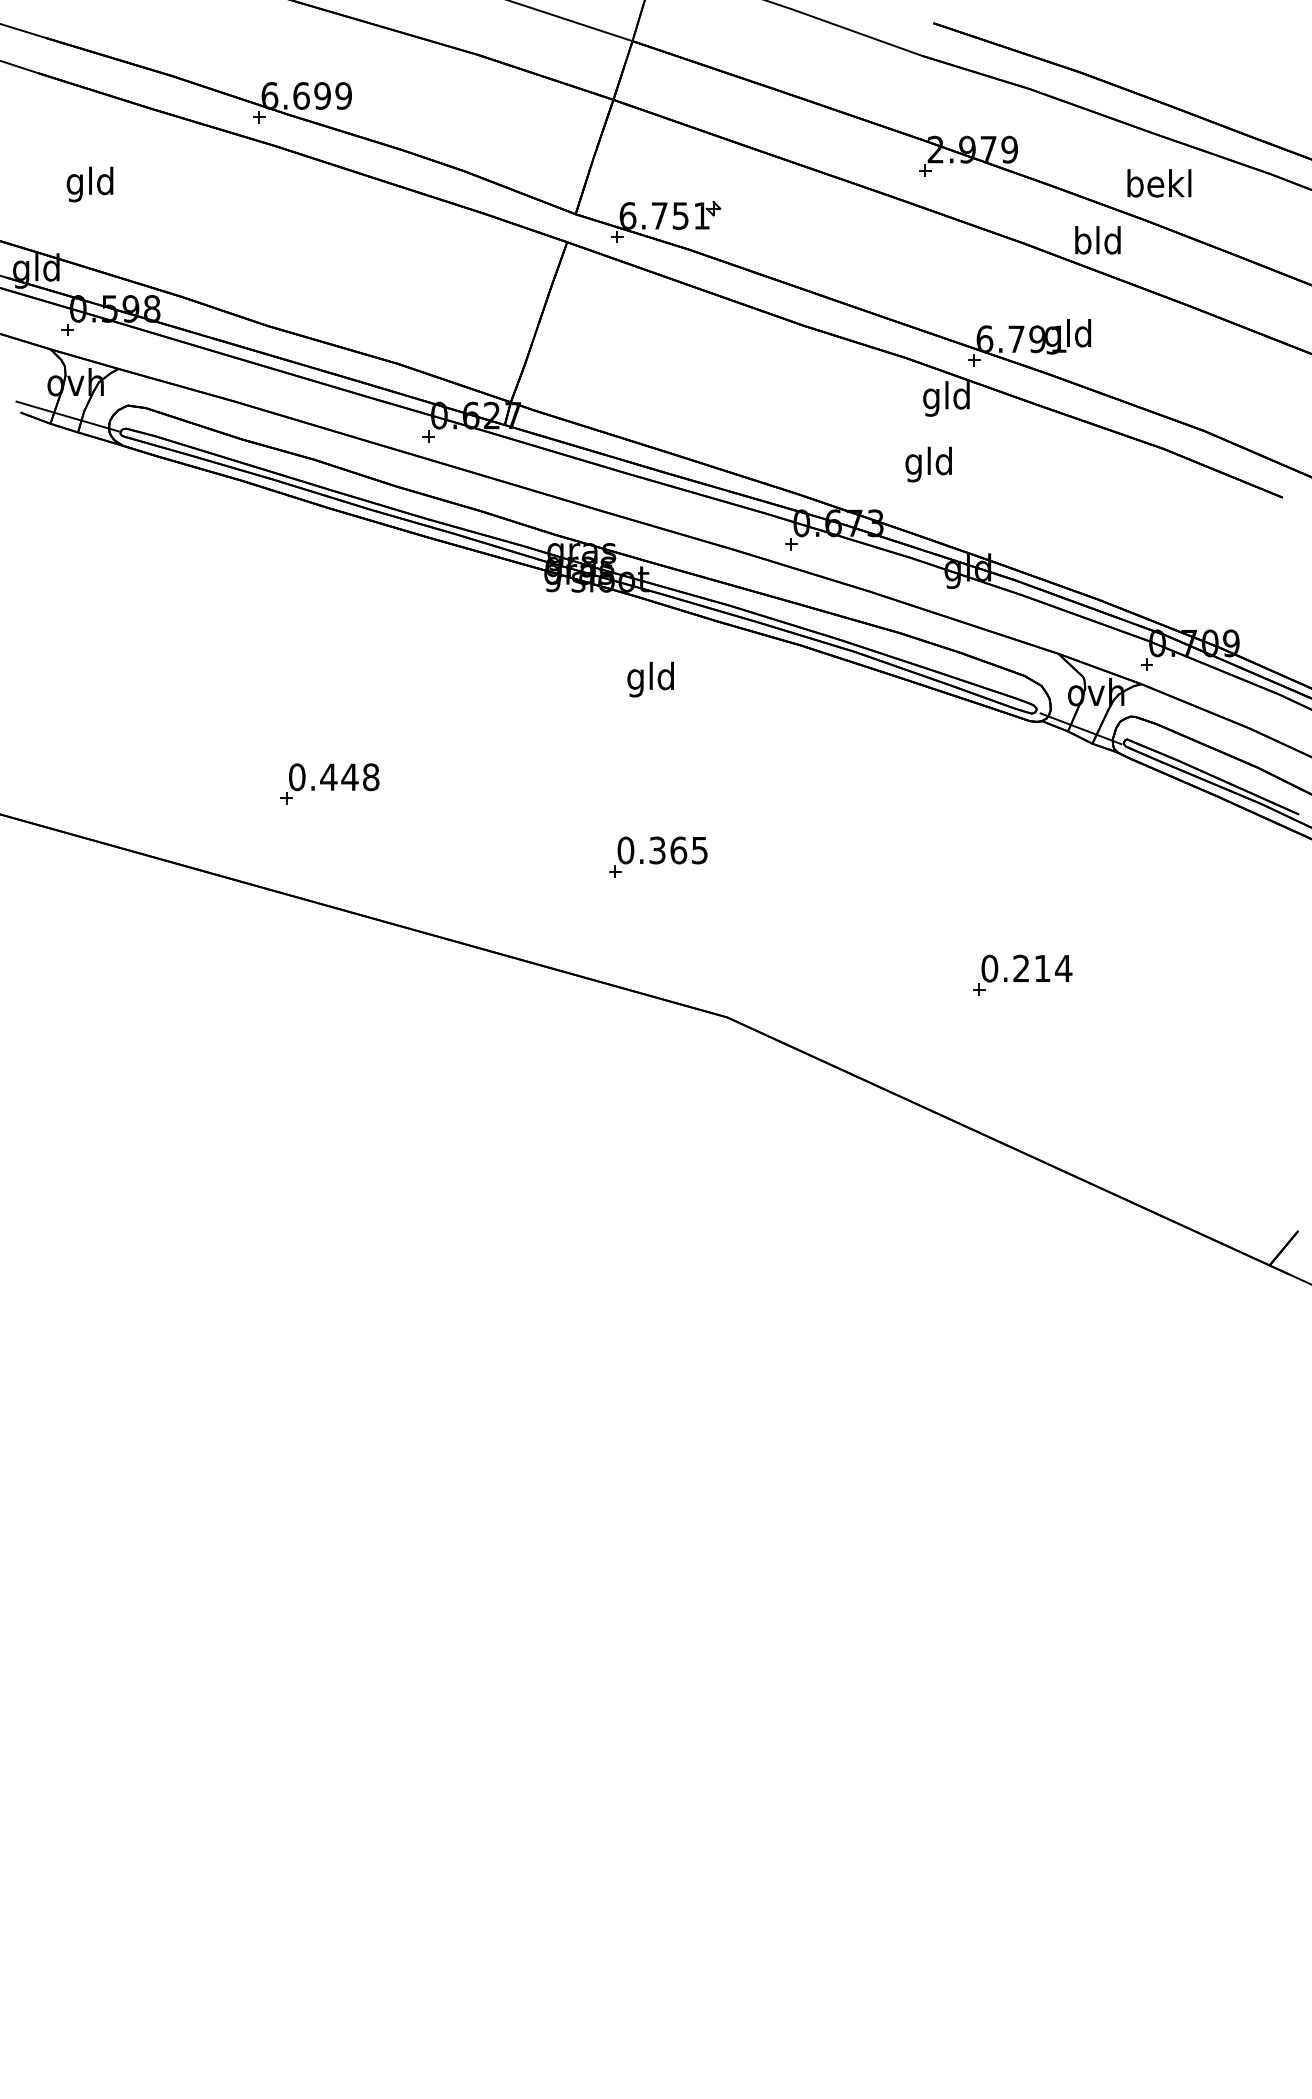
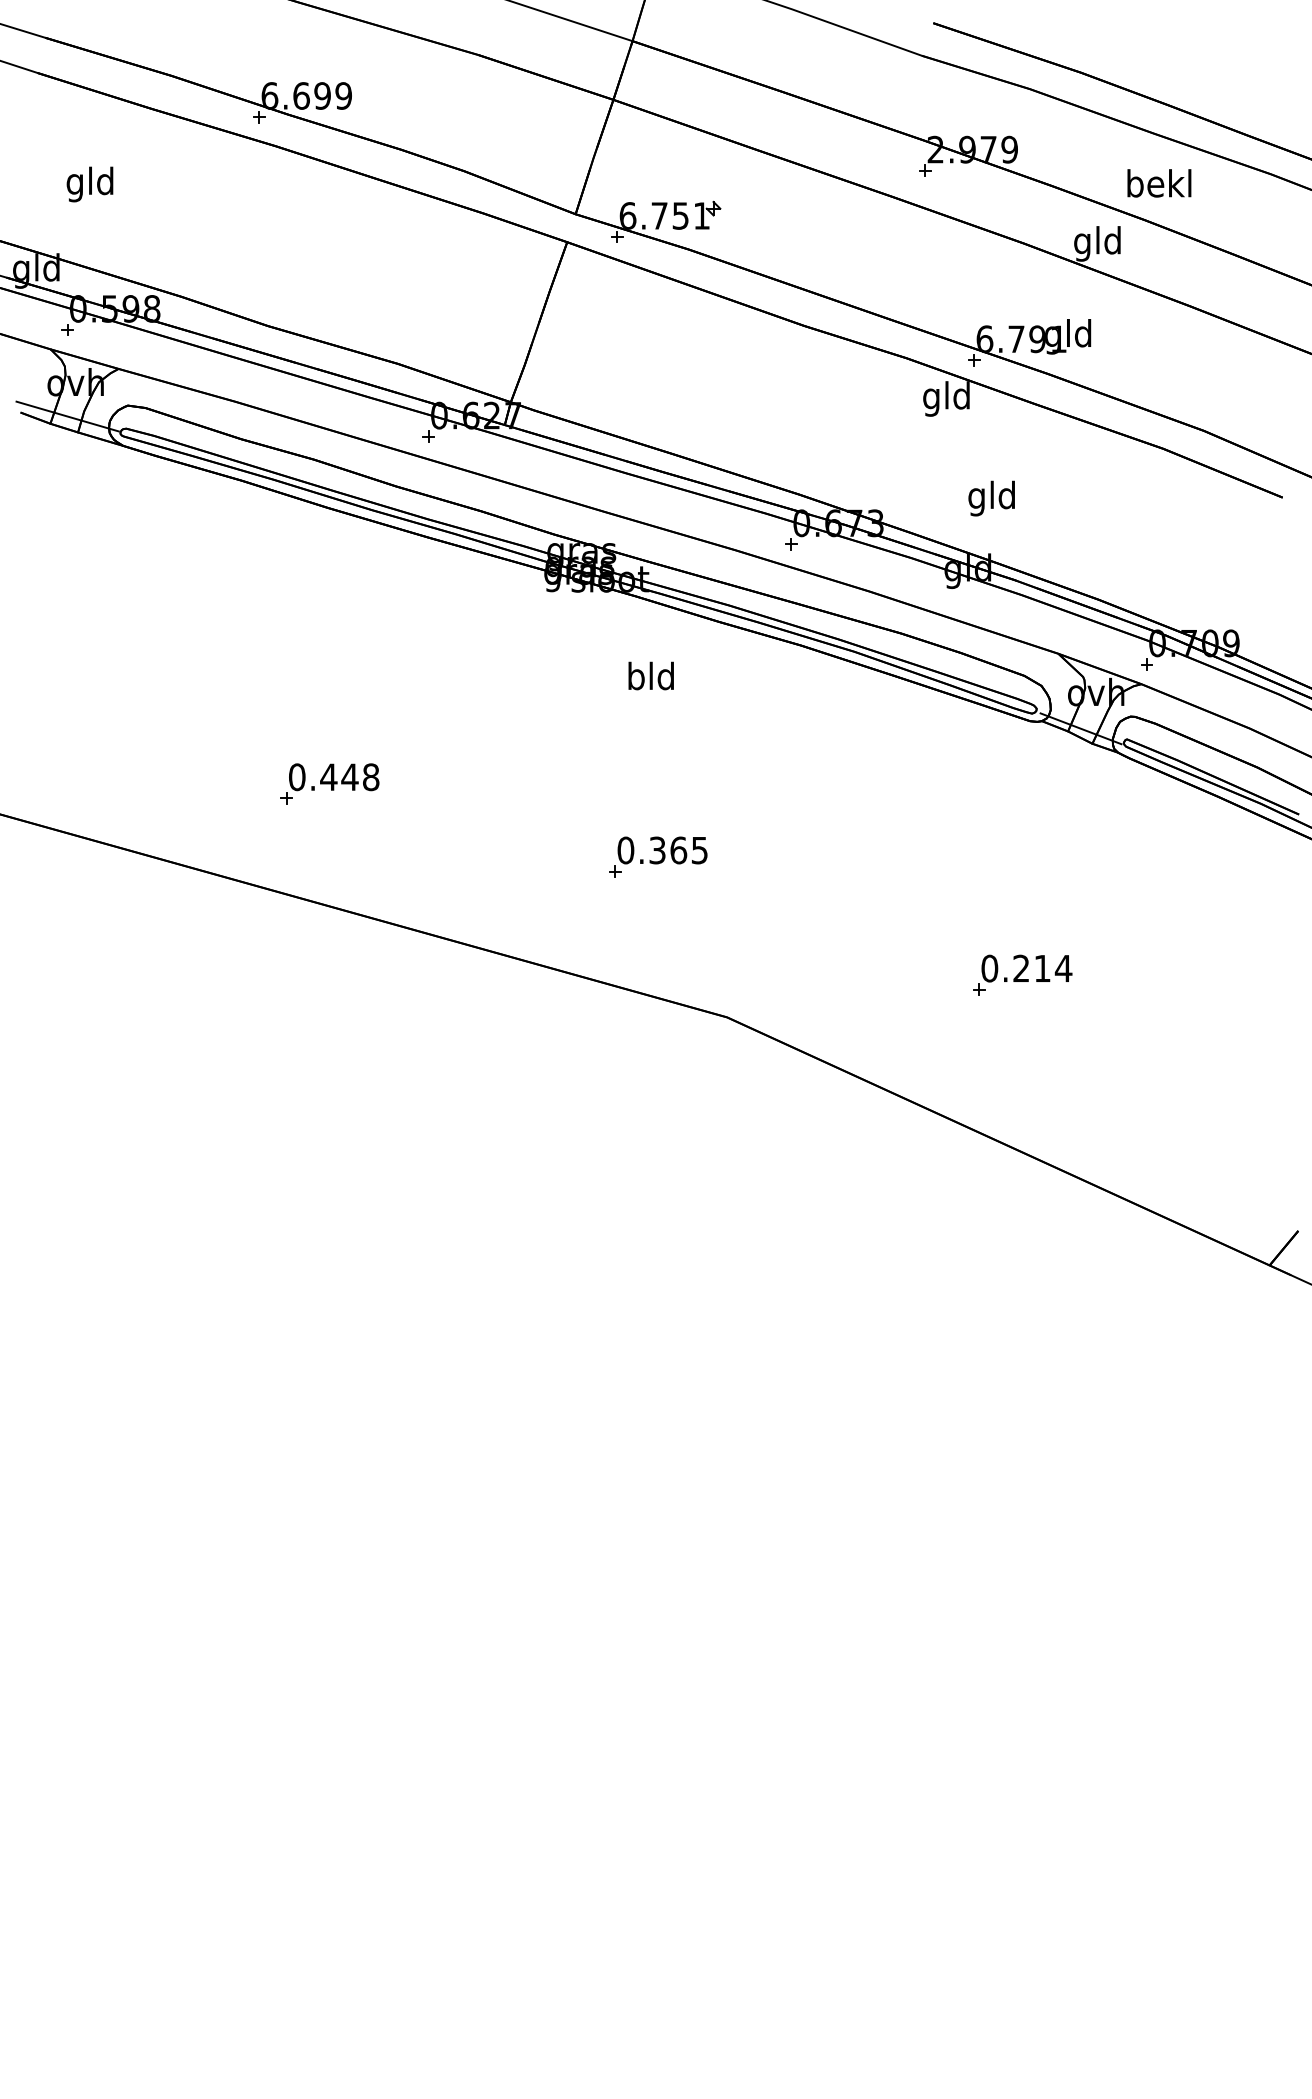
text at (1082, 243): bld -> gld
text at (928, 464) position: (928, 464) -> (991, 498)
text at (635, 679): gld -> bld
